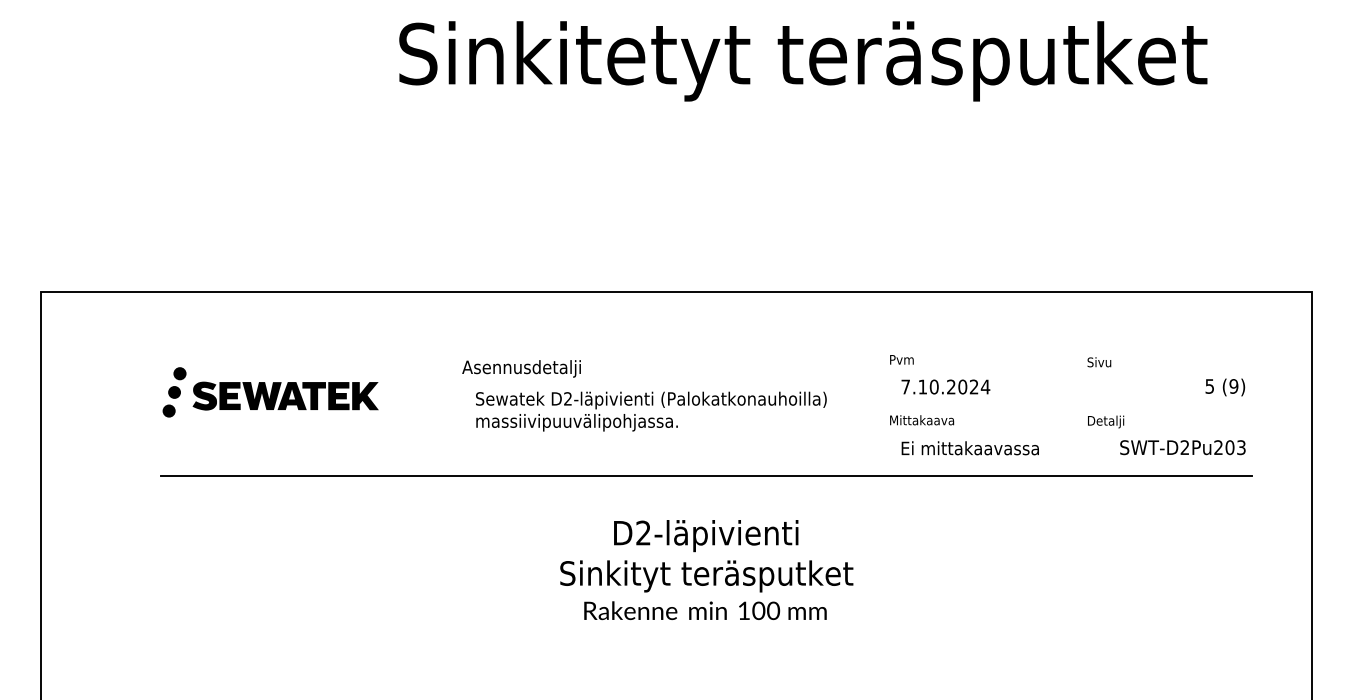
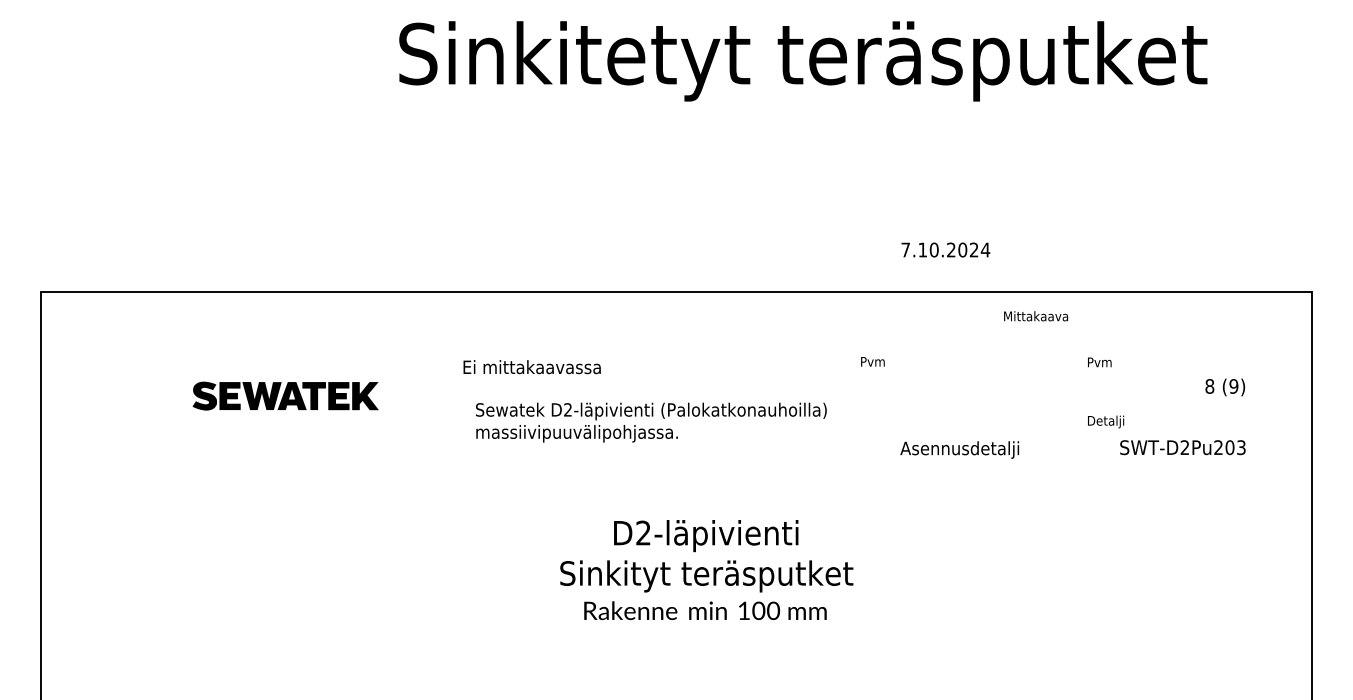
text at (901, 359) position: (901, 359) -> (872, 361)
text at (1099, 362): Sivu -> Pvm
text at (531, 368): Asennusdetalji -> Ei mittakaavassa
fill at (179, 373): present -> none
text at (945, 386) position: (945, 386) -> (945, 249)
text at (1209, 386): 5 -> 8
fill at (174, 392): present -> none
fill at (168, 410): present -> none
text at (651, 411) position: (651, 411) -> (651, 422)
text at (922, 420) position: (922, 420) -> (1036, 316)
text at (969, 449): Ei mittakaavassa -> Asennusdetalji
line at (706, 476): present -> none
